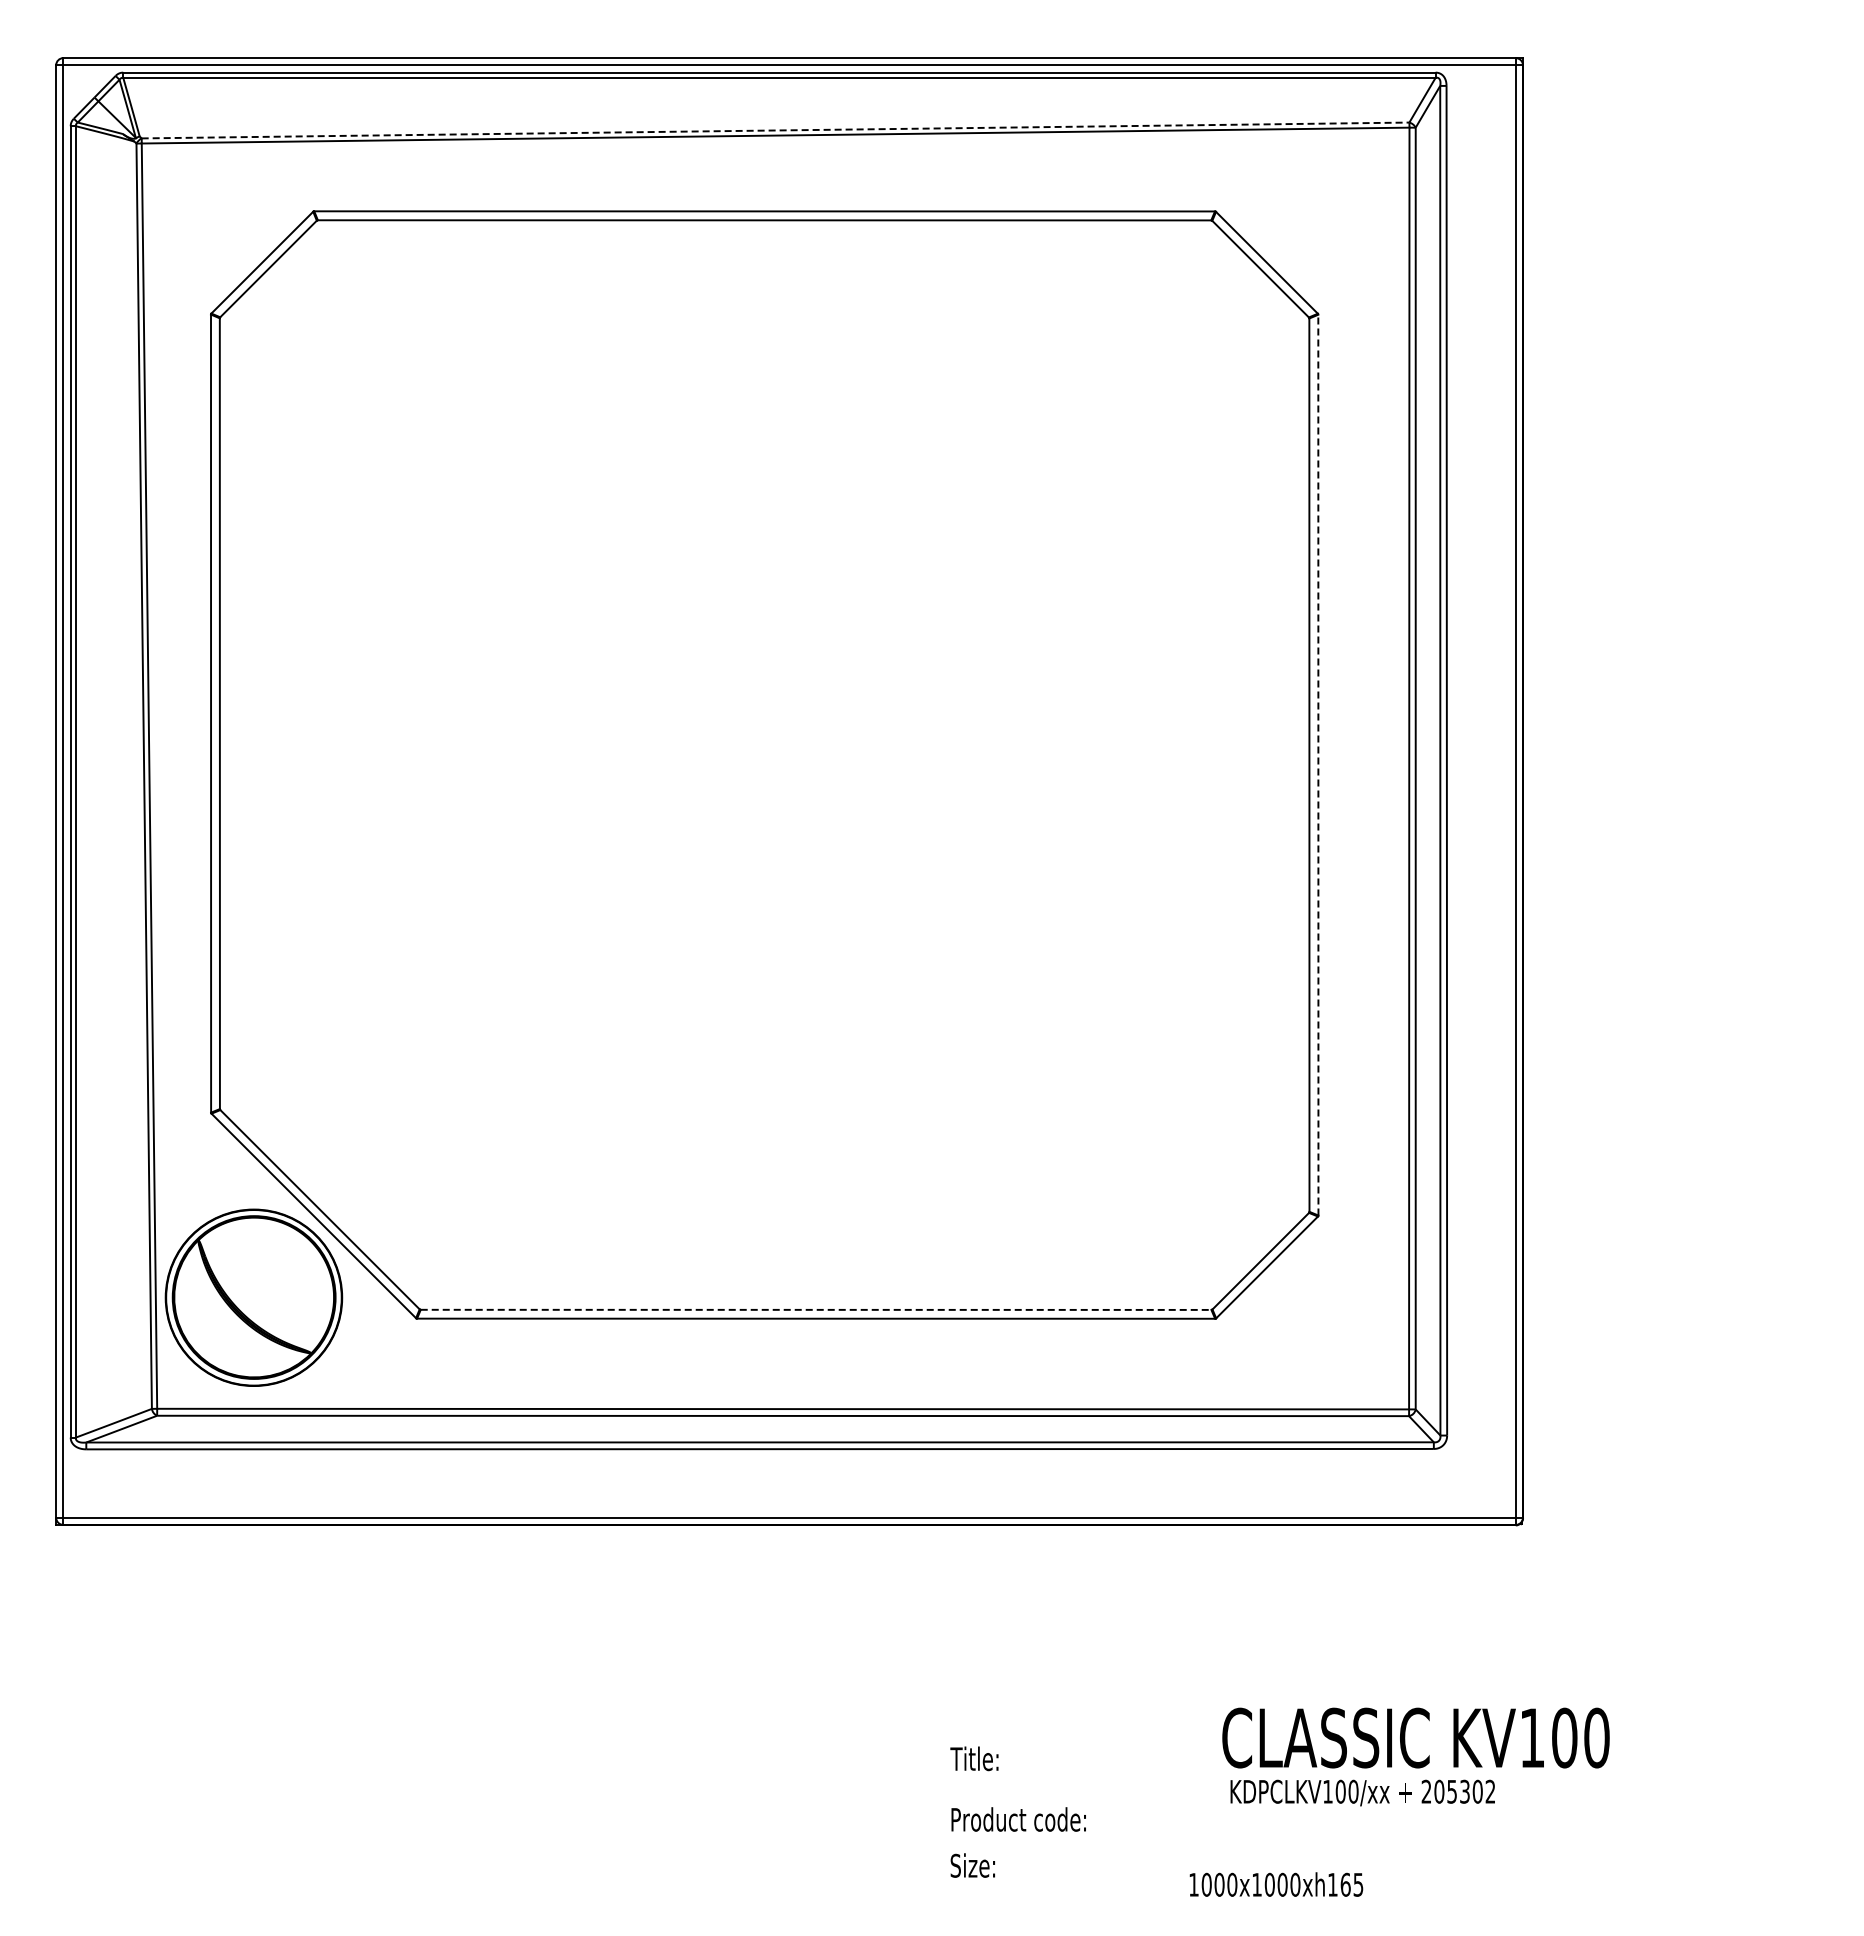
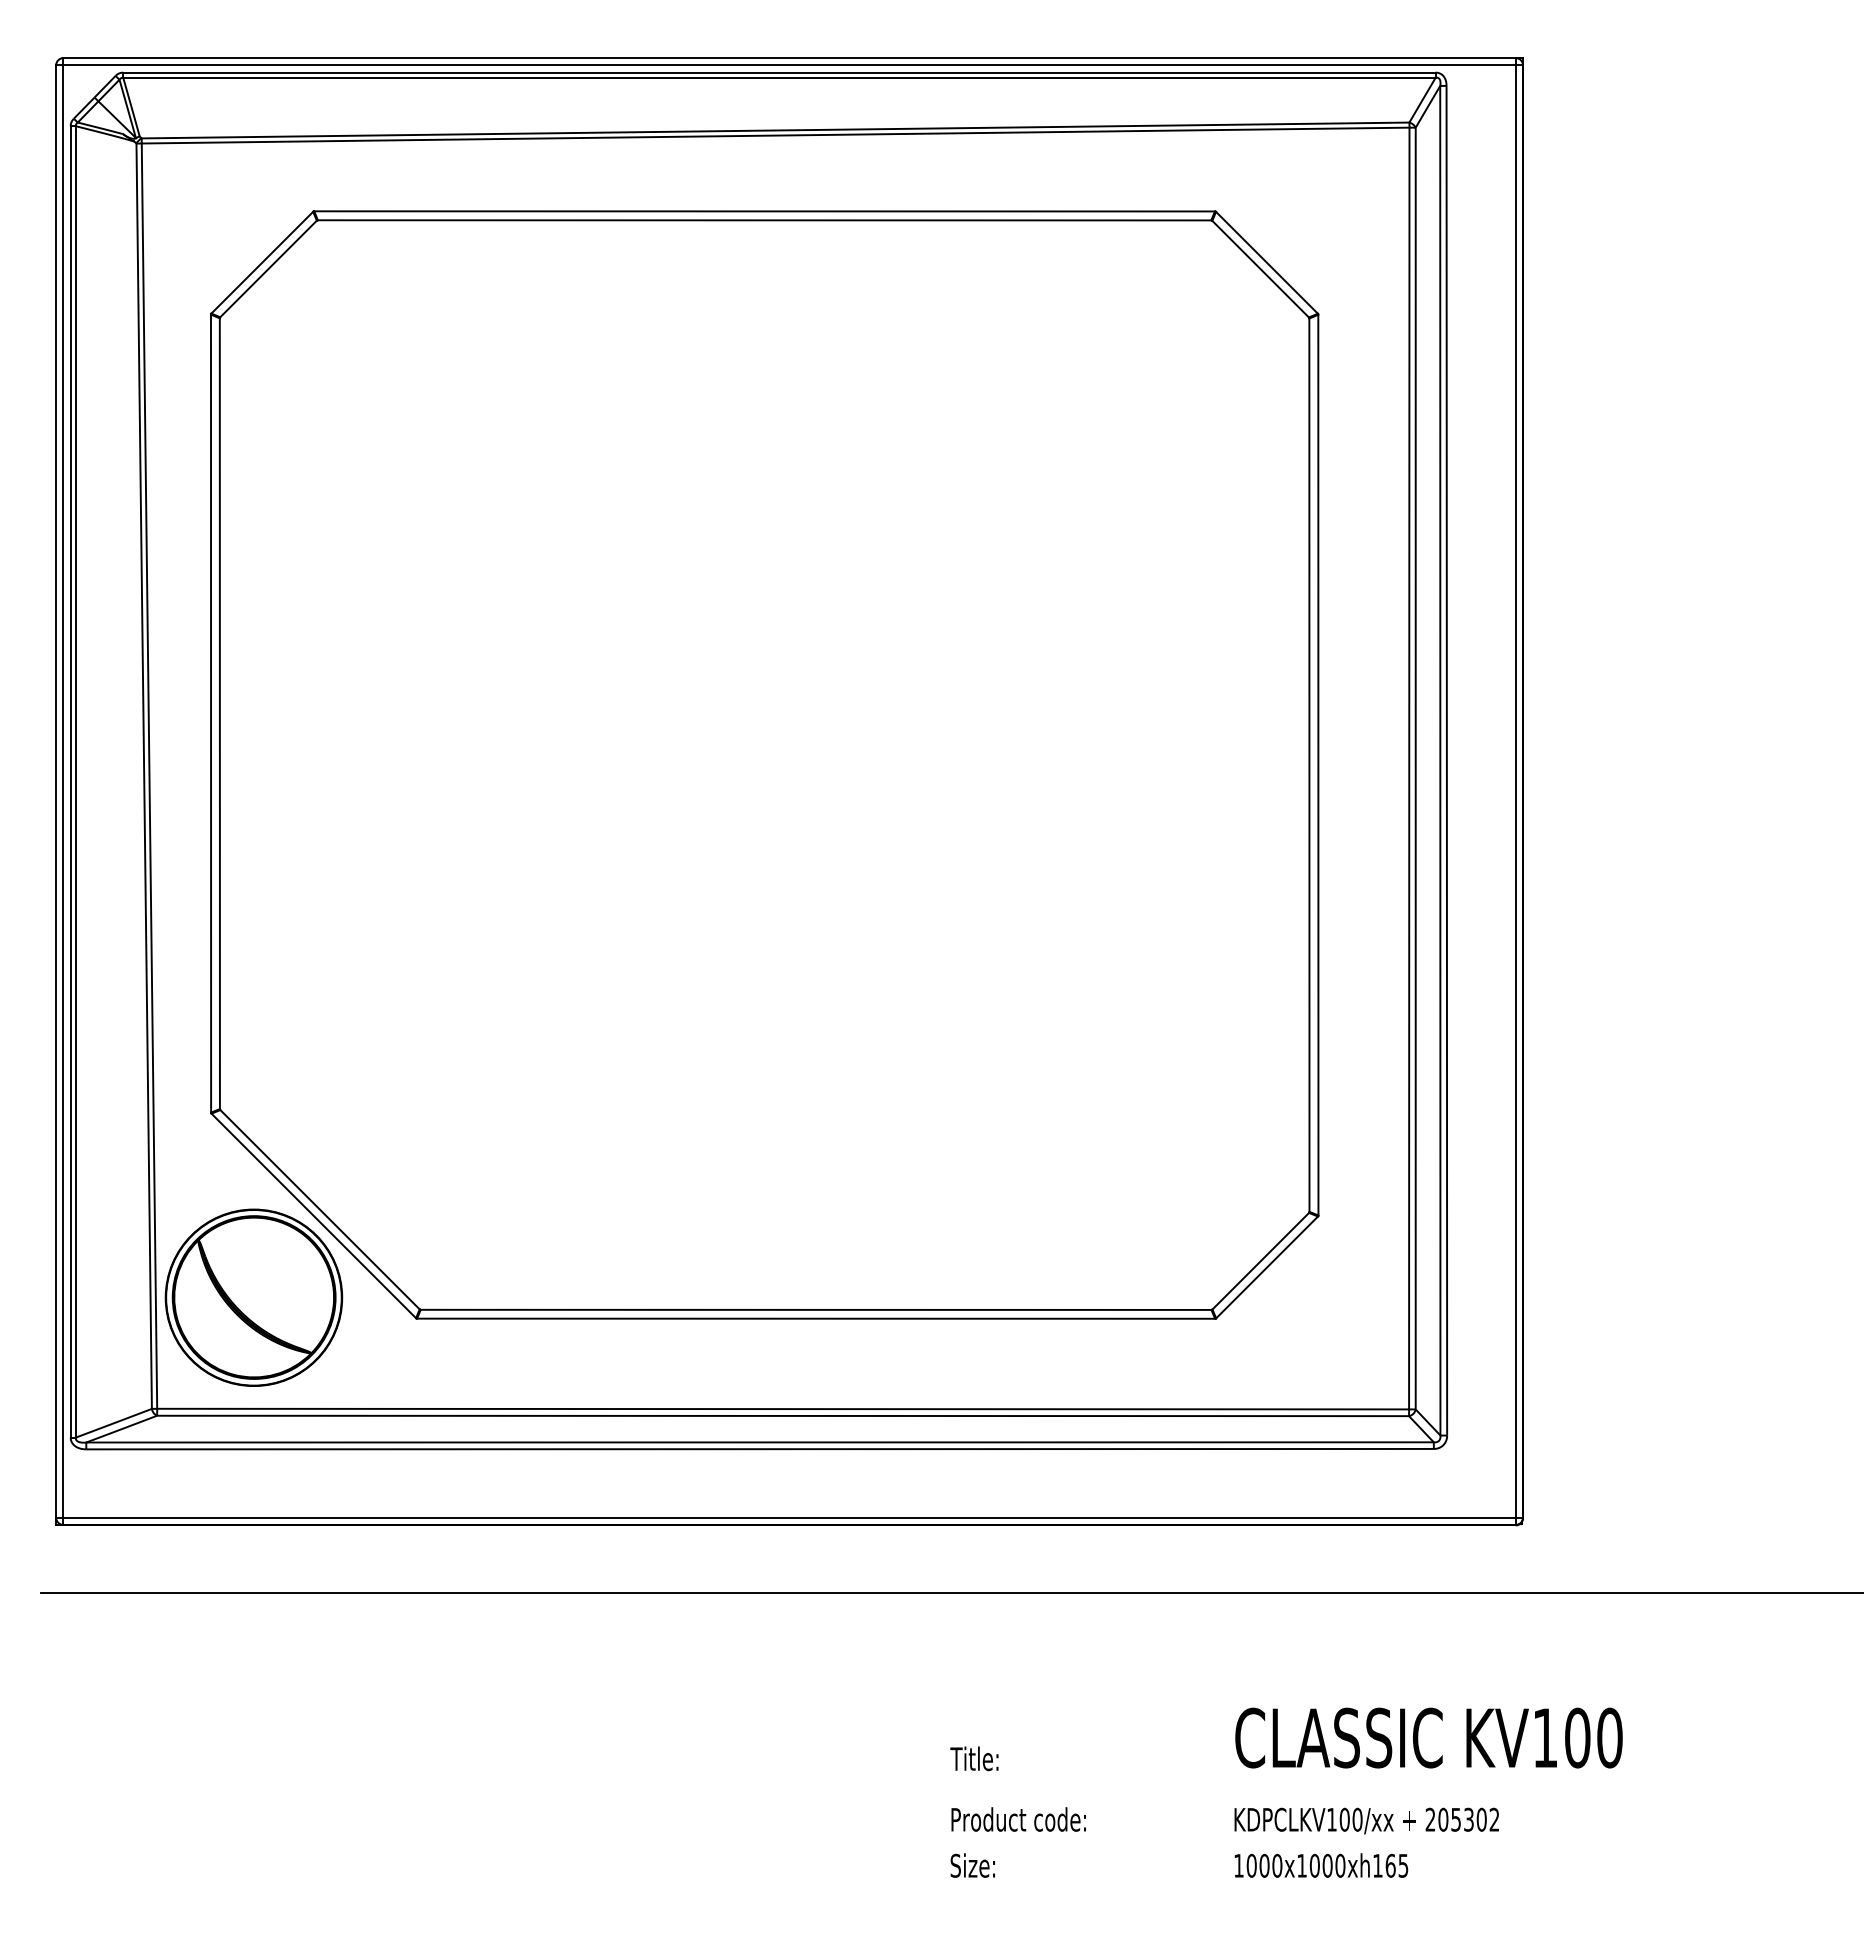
line at (775, 130): dashed -> solid
line at (1318, 764): dashed -> solid
line at (816, 1309): dashed -> solid
line at (950, 1592): none -> present
text at (1415, 1737) position: (1415, 1737) -> (1428, 1737)
text at (1362, 1792) position: (1362, 1792) -> (1366, 1820)
text at (1276, 1884) position: (1276, 1884) -> (1321, 1865)
